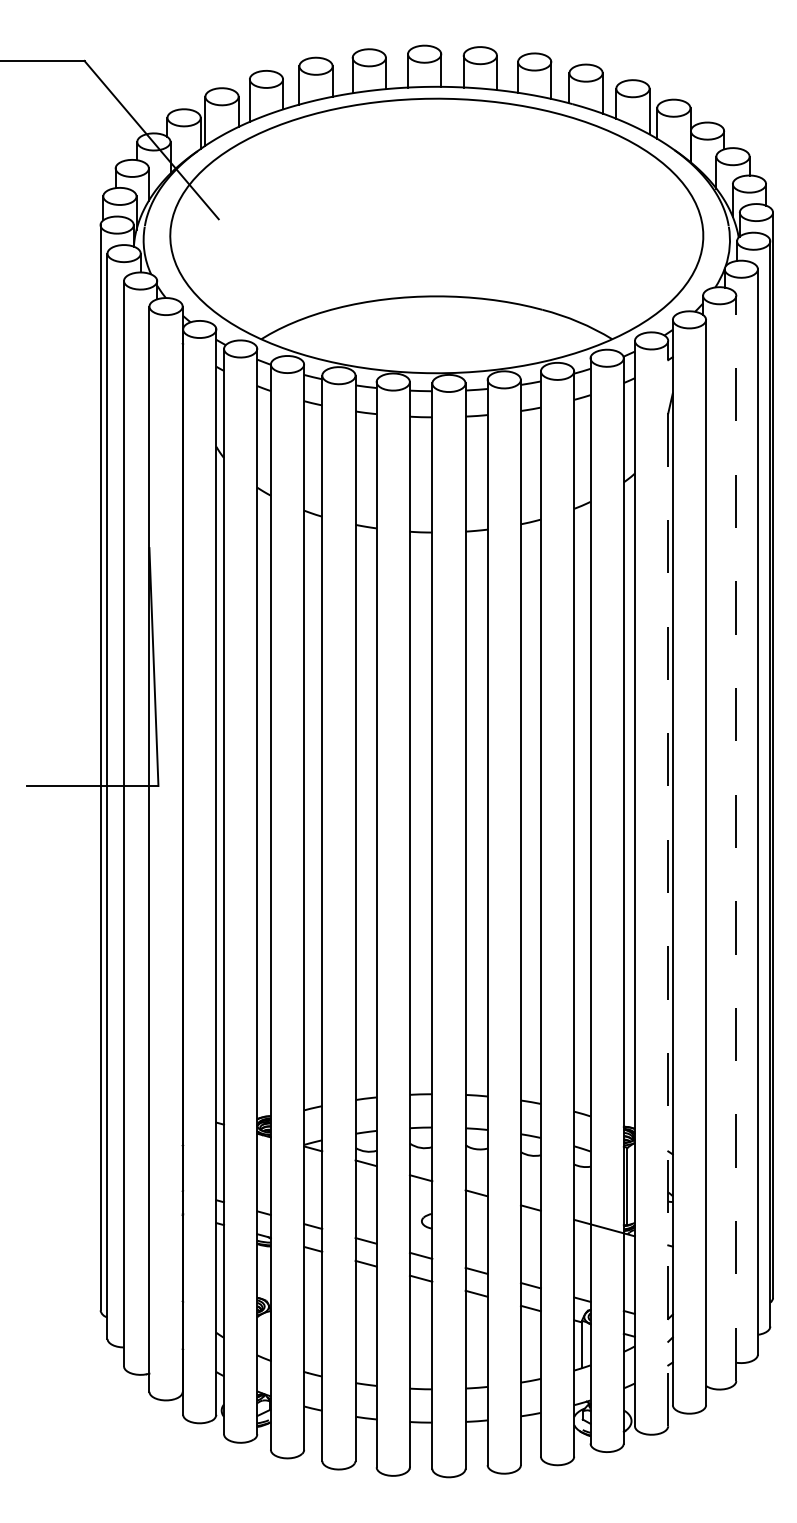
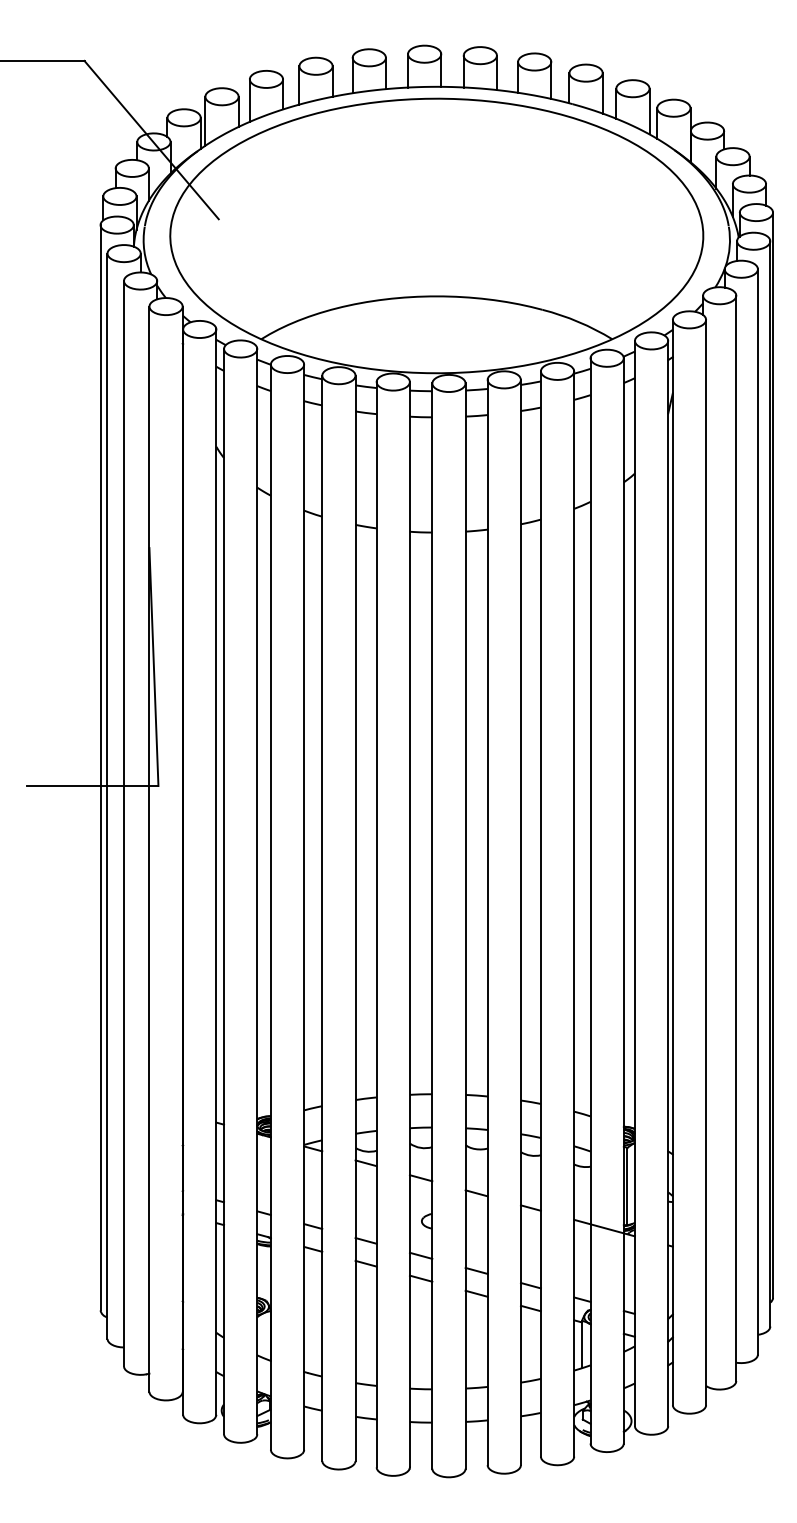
line at (736, 838): dashed -> solid
line at (668, 883): dashed -> solid
